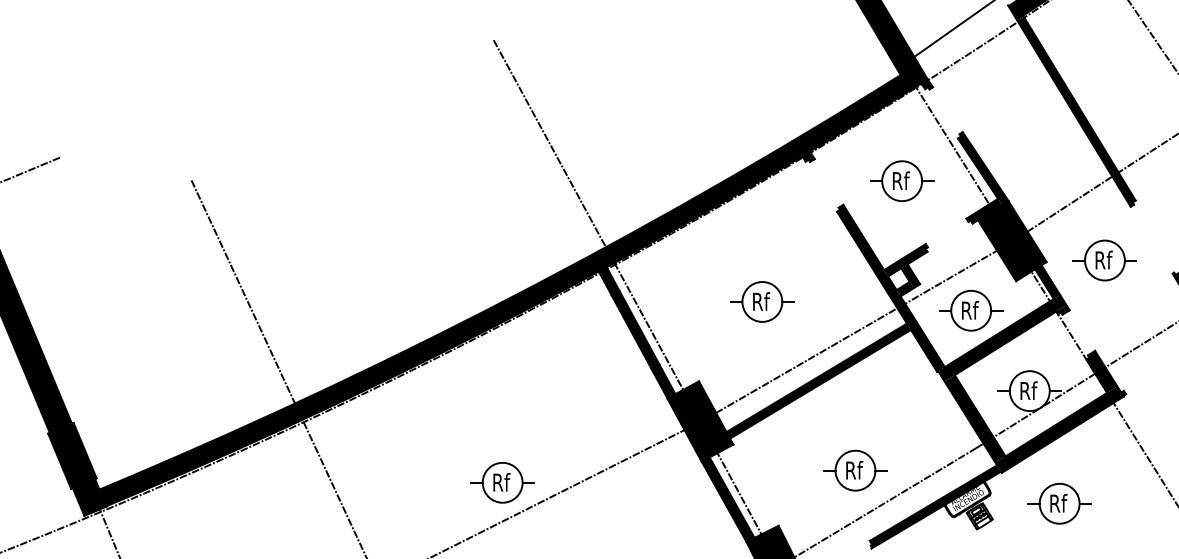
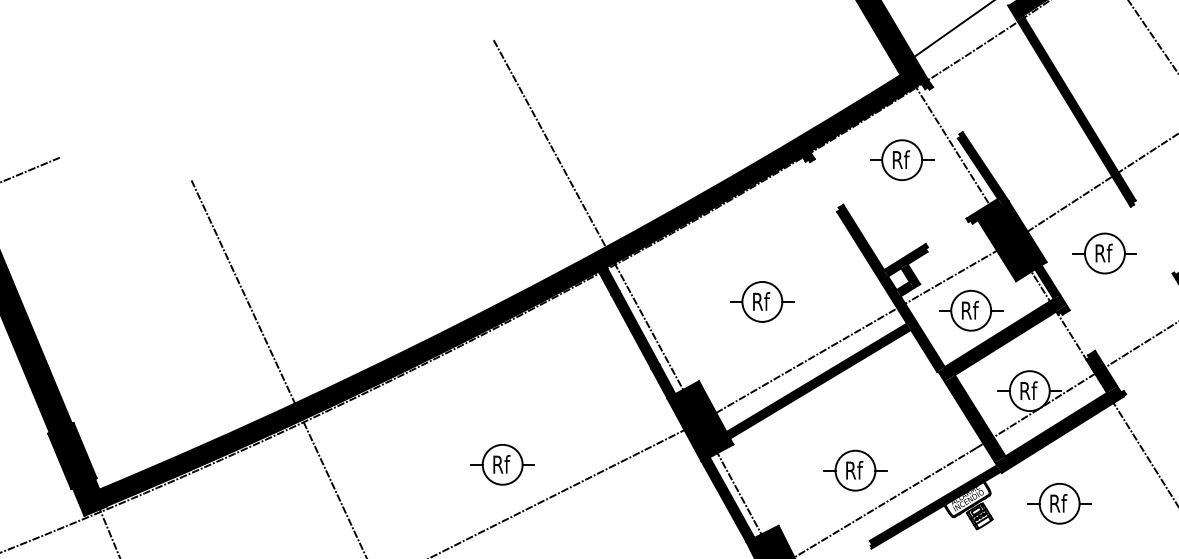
part at (902, 180) position: (902, 180) -> (902, 159)
part at (1104, 260) position: (1104, 260) -> (1104, 253)
part at (502, 482) position: (502, 482) -> (502, 464)
